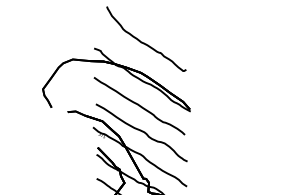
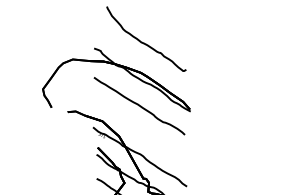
curve at (141, 131): present -> none
